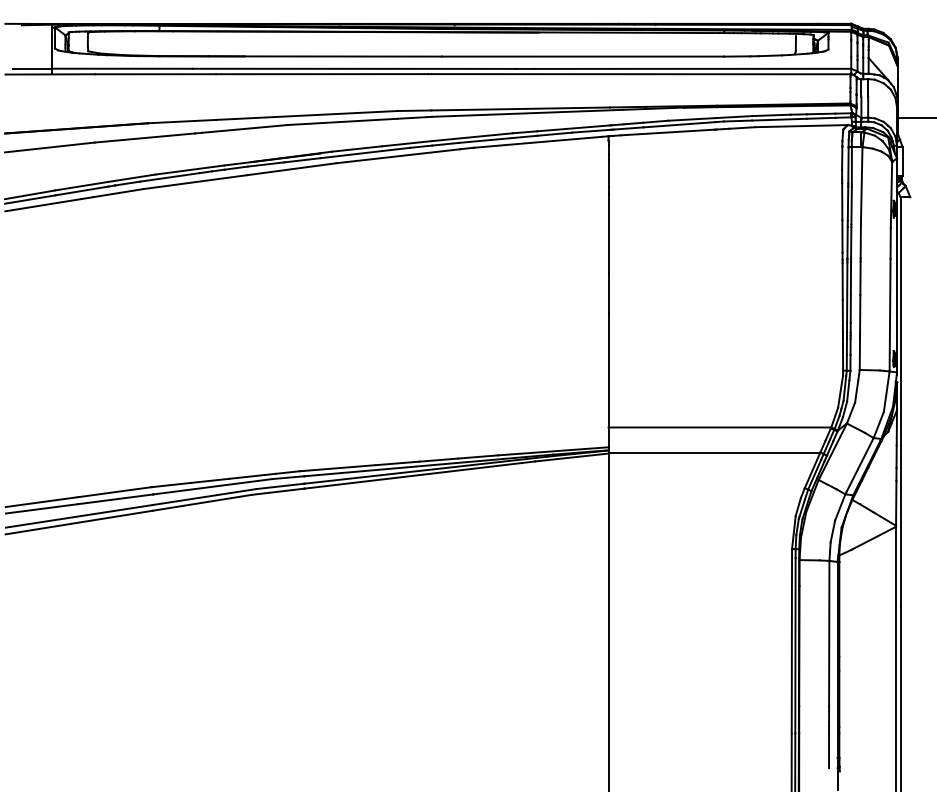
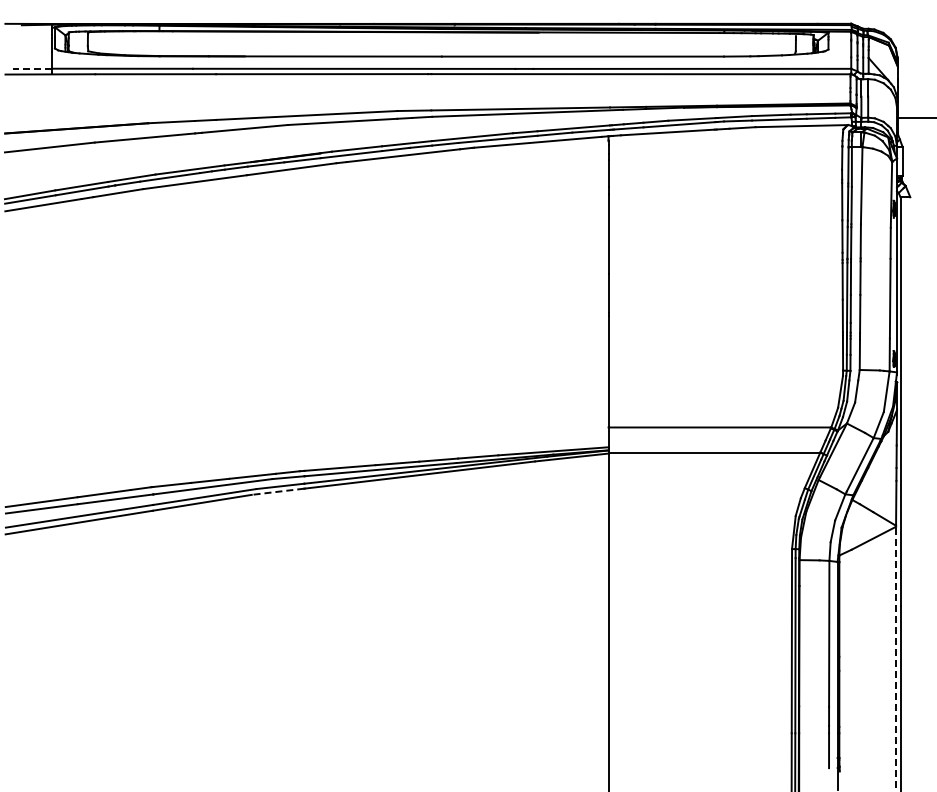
line at (32, 68): solid -> dashed
line at (277, 491): solid -> dashed
line at (896, 658): solid -> dashed
